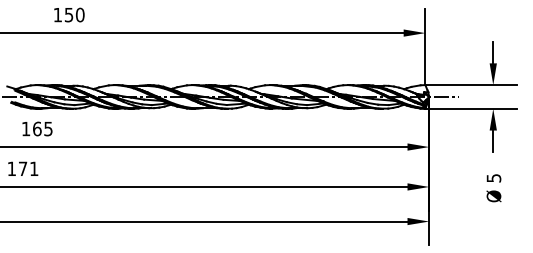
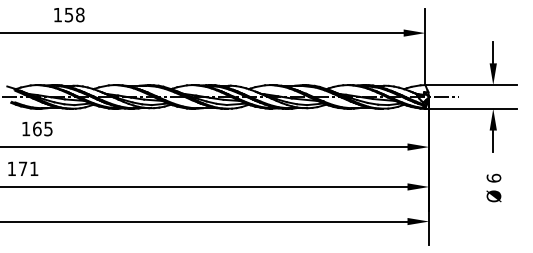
text at (79, 14): 150 -> 158
text at (493, 177): 5 -> 6
